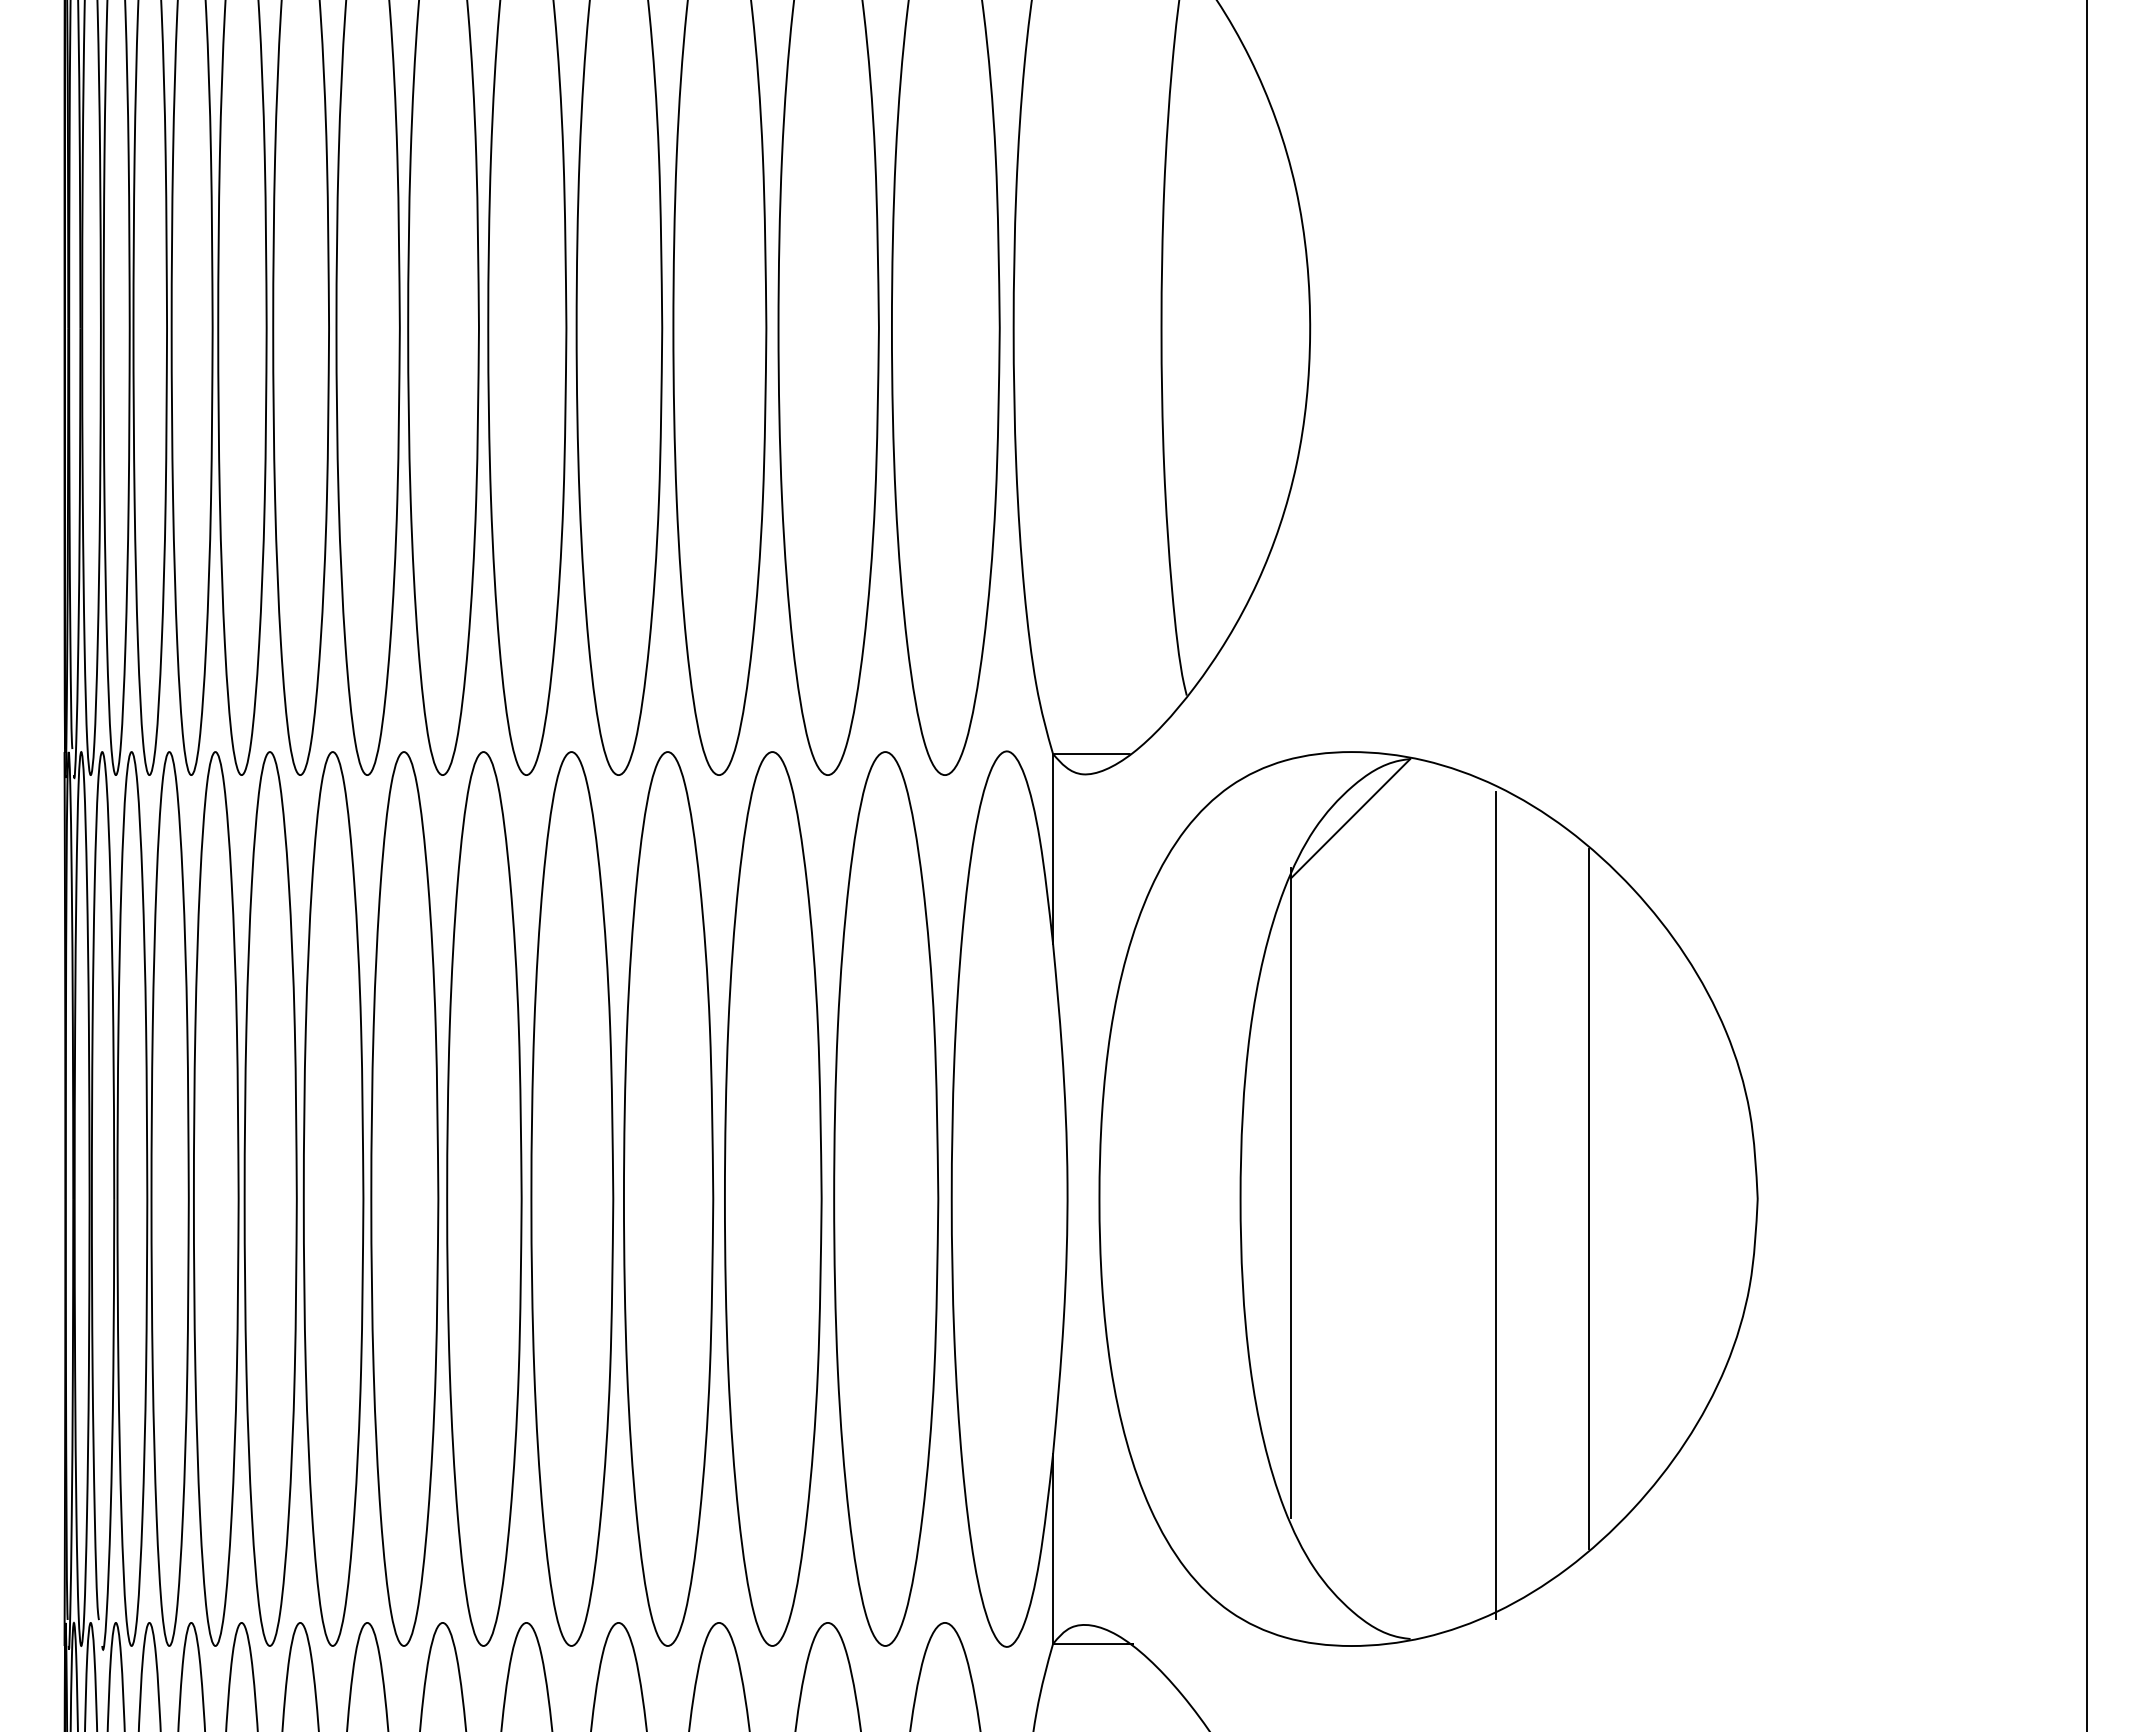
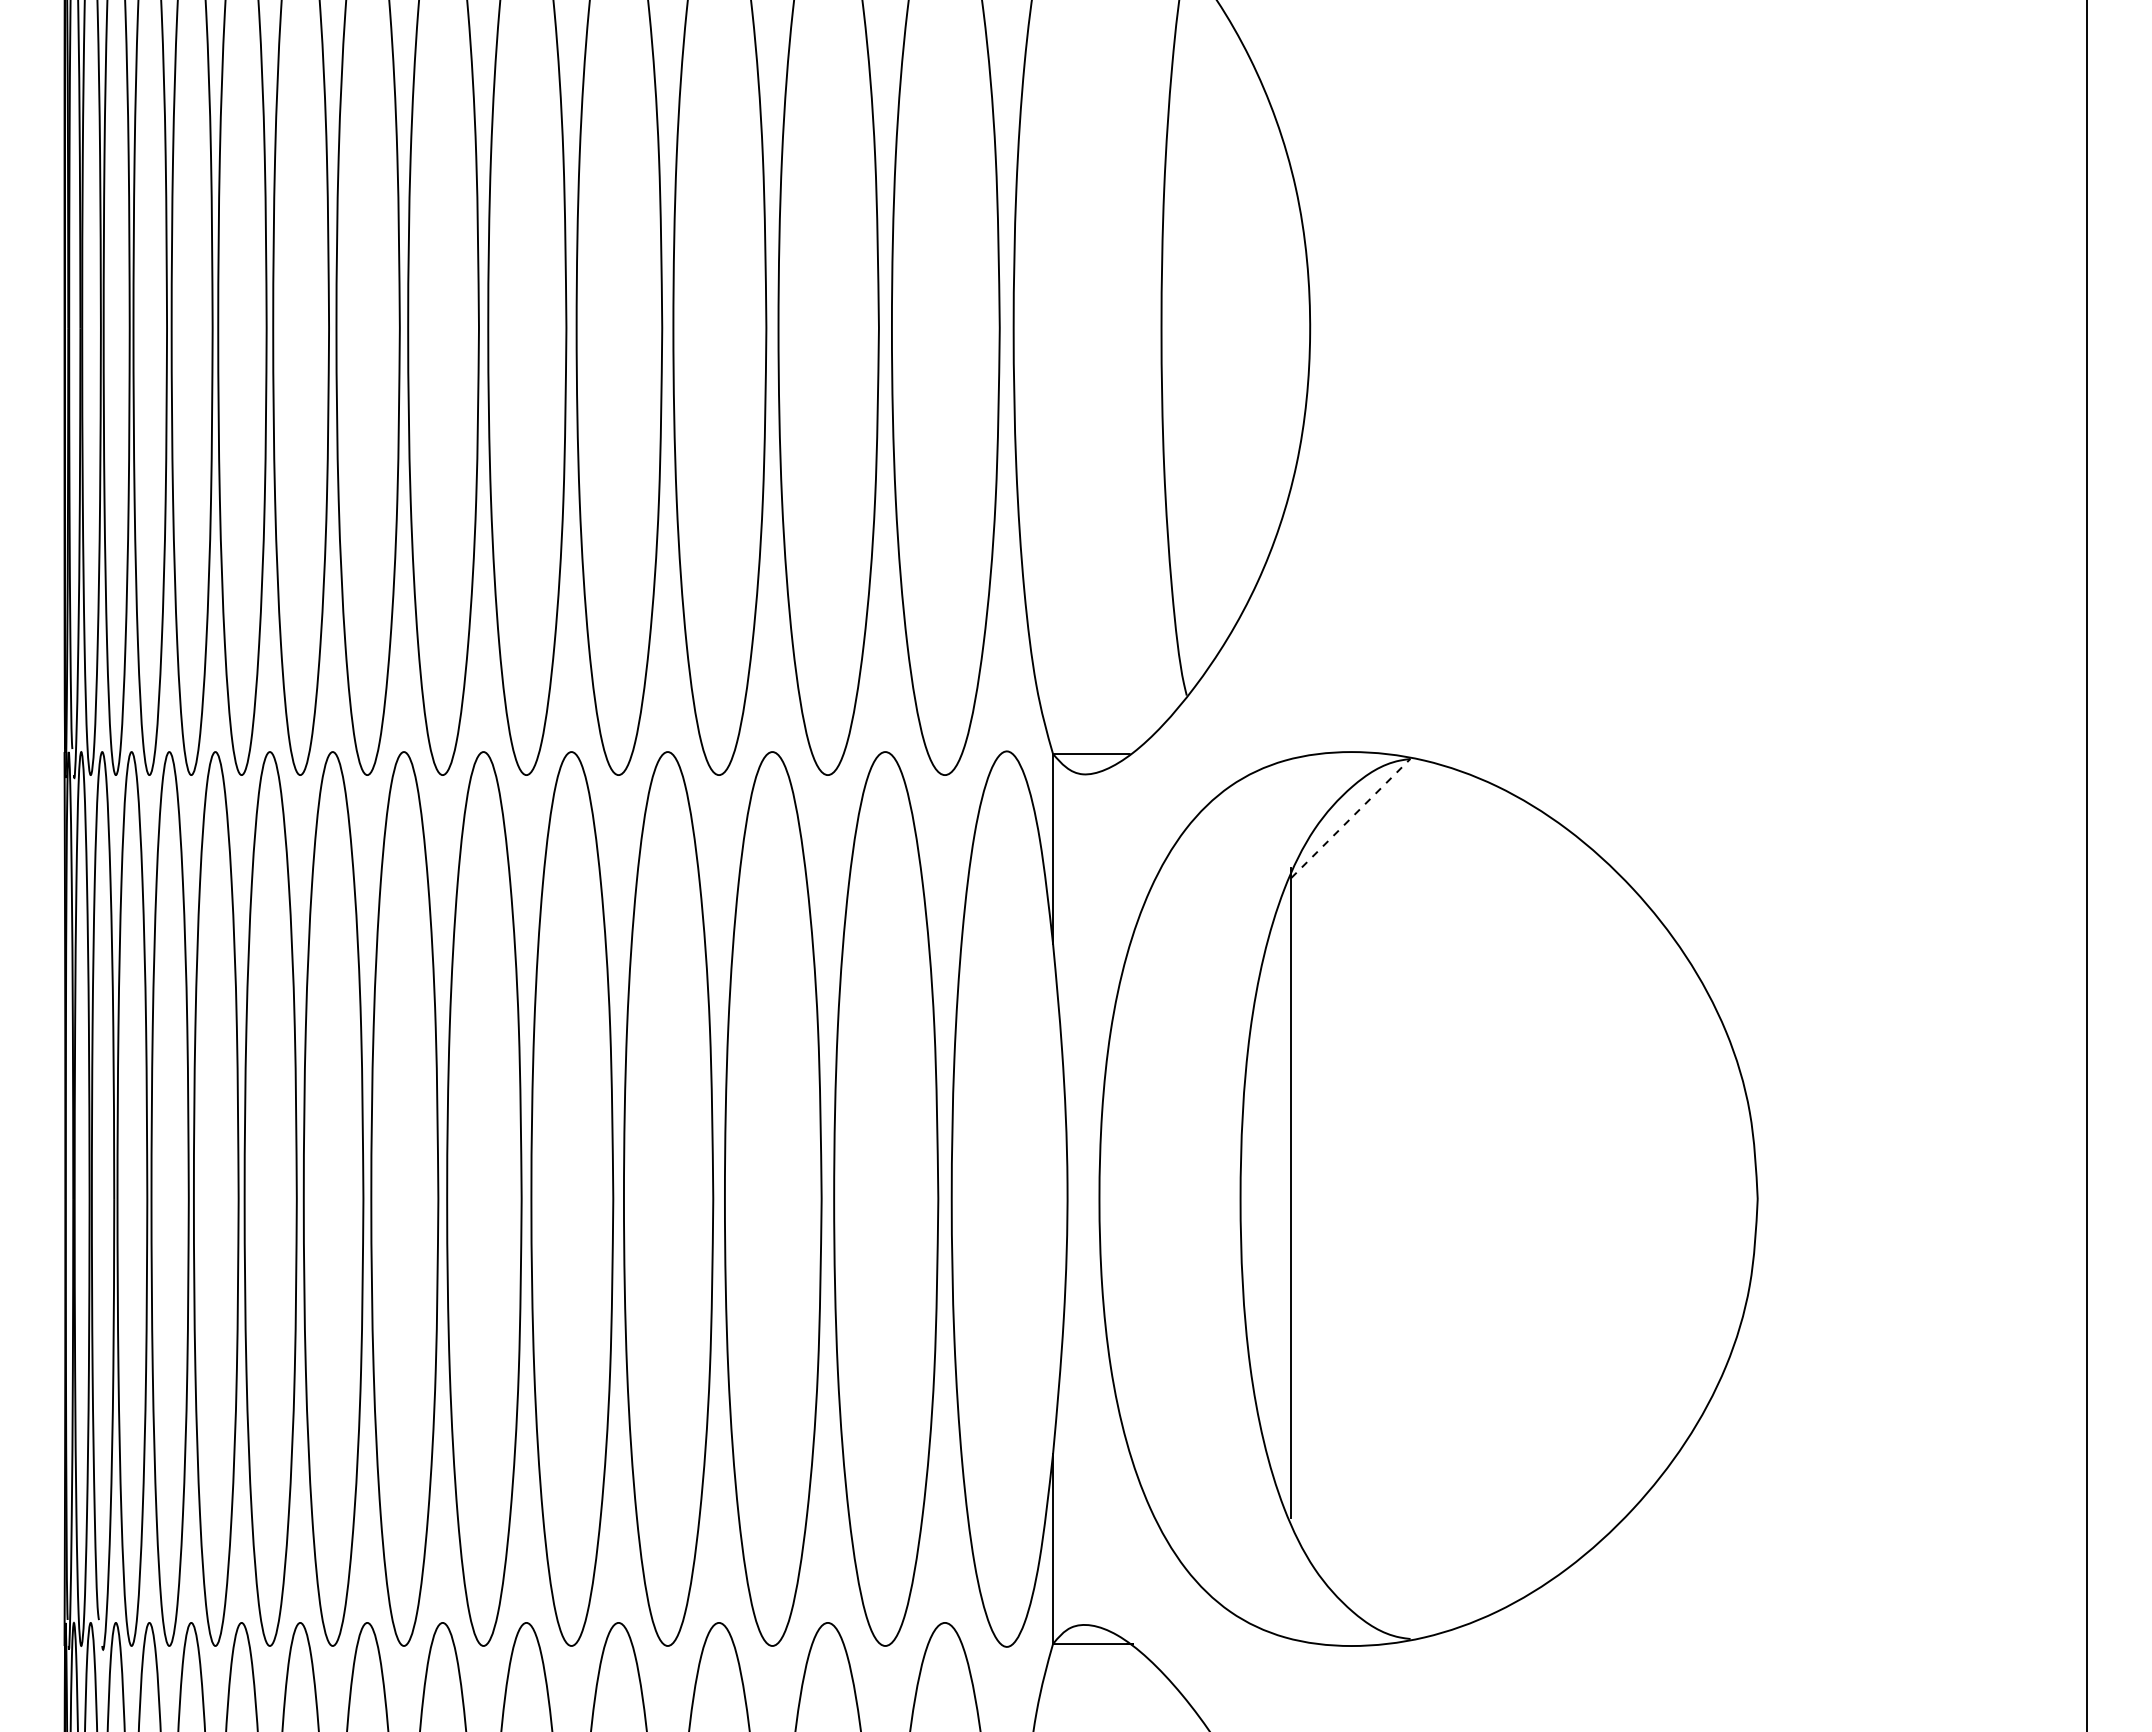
line at (1351, 818): solid -> dashed
line at (1589, 1198): present -> none
line at (1496, 1204): present -> none
